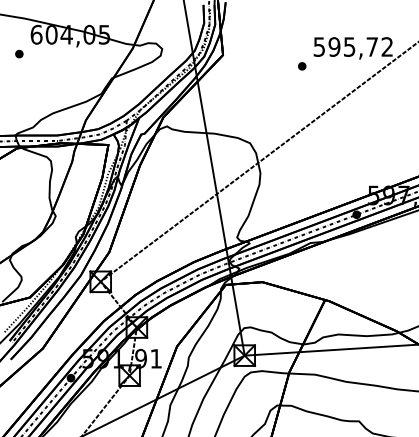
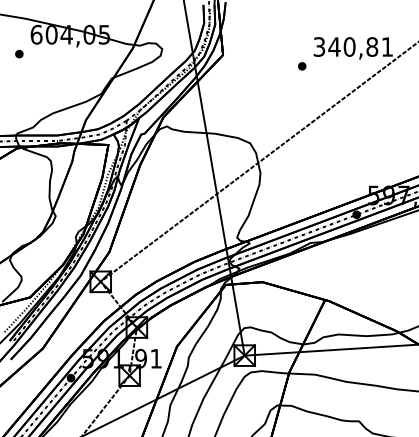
text at (353, 46): 595,72 -> 340,81
